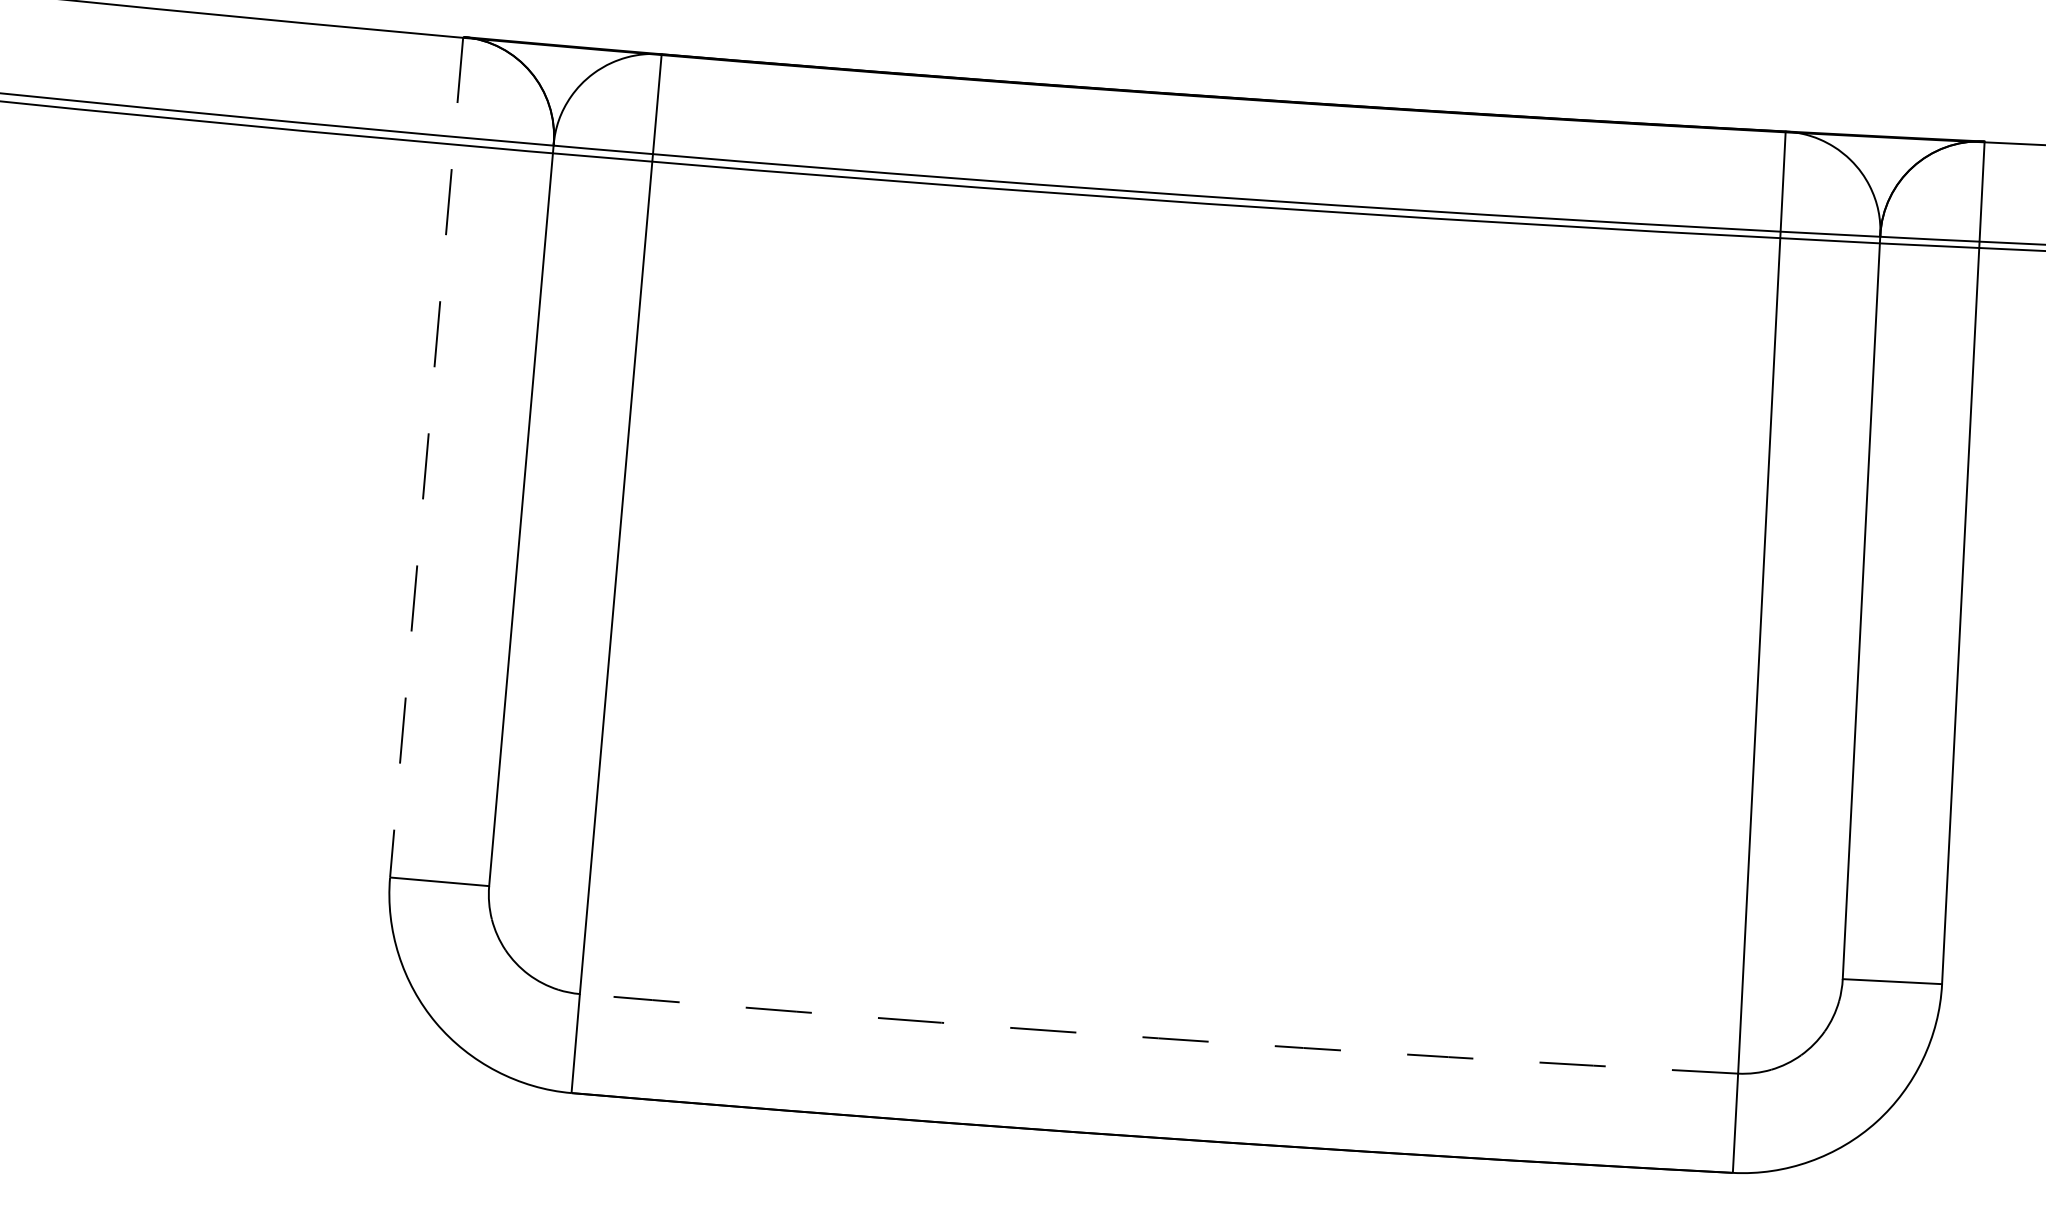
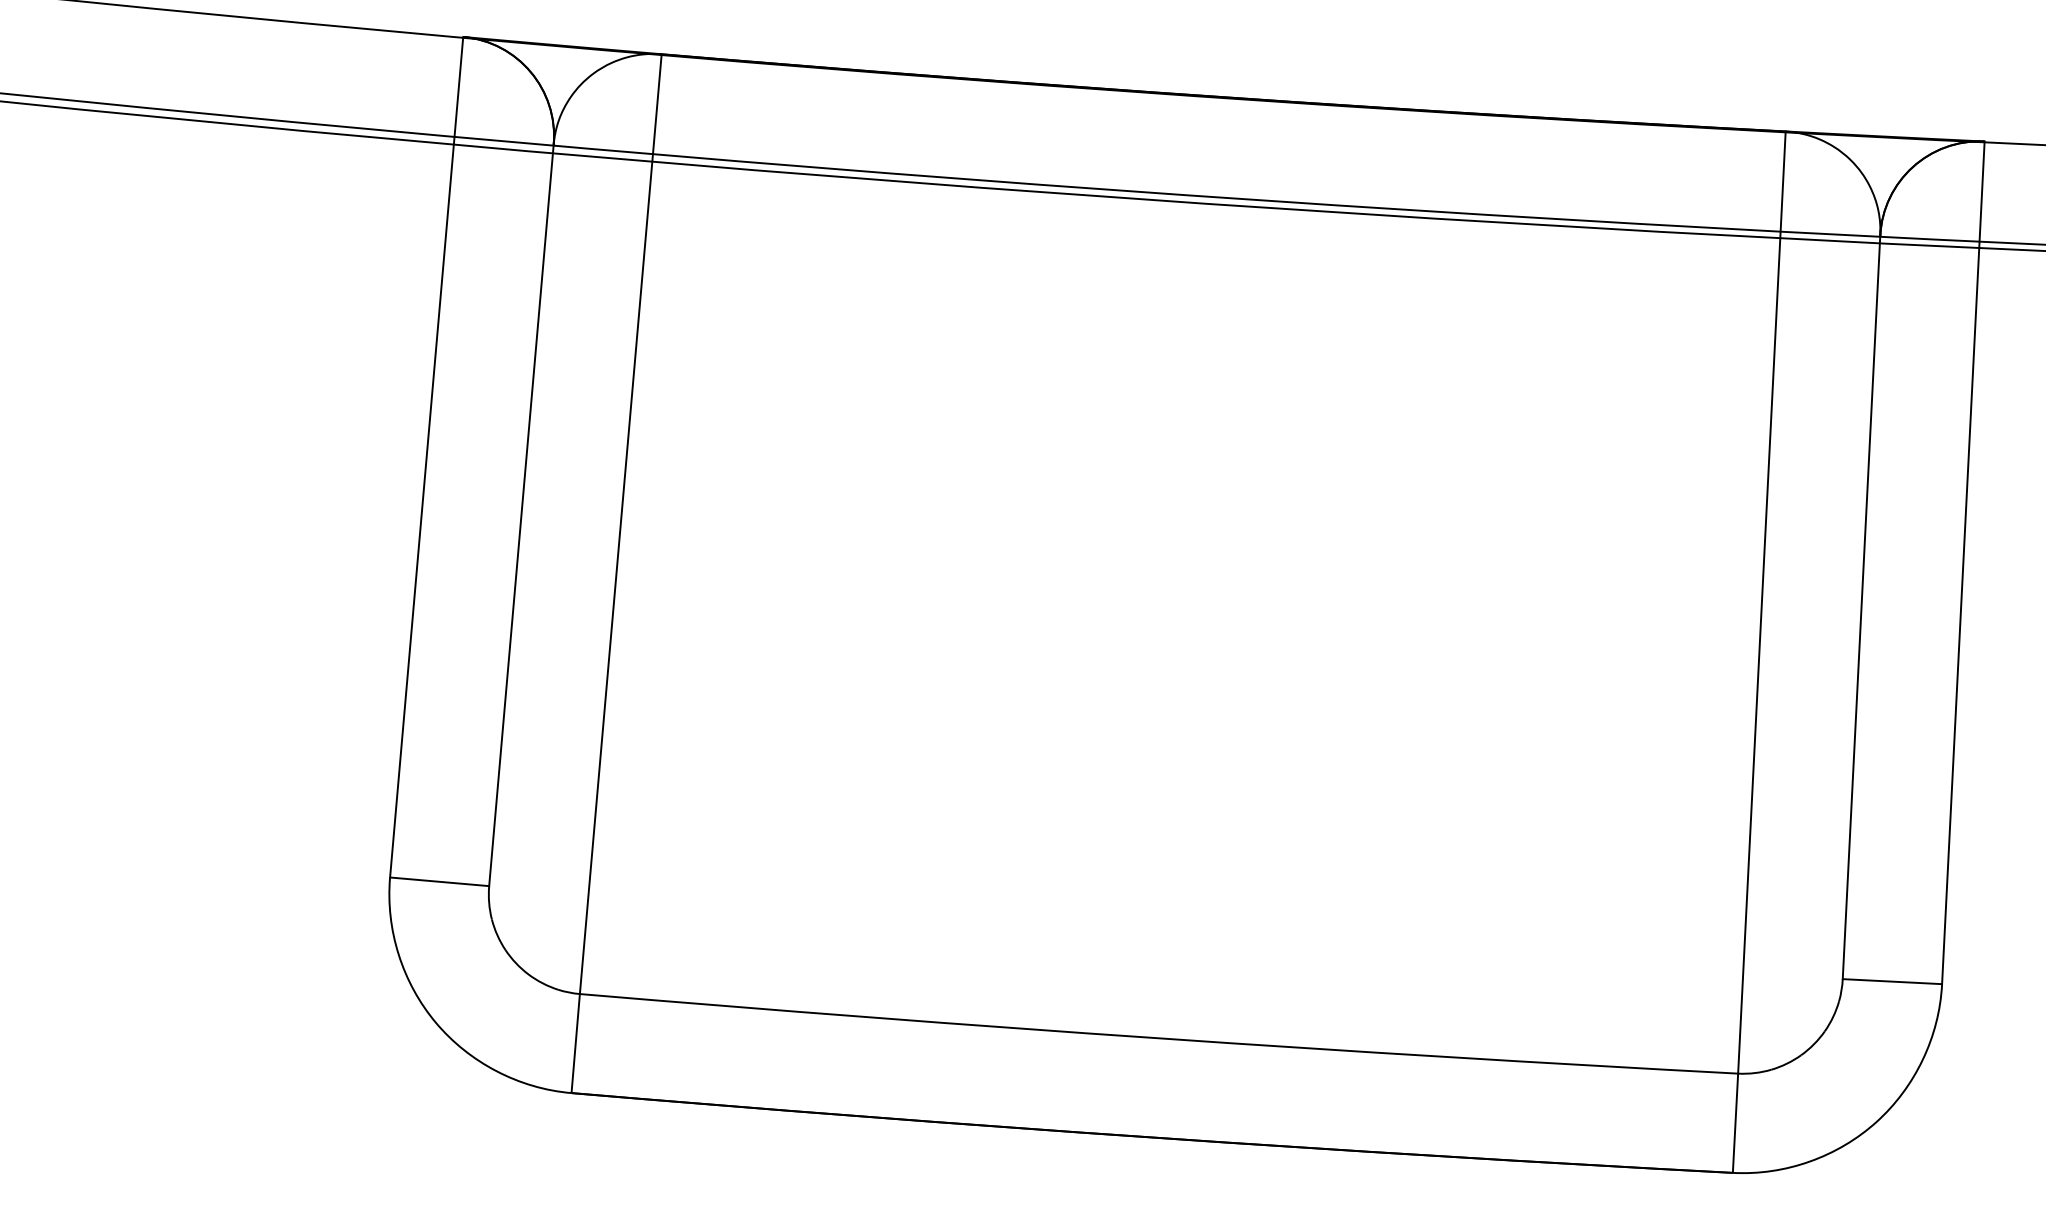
line at (426, 457): dashed -> solid
arc at (1158, 1038): dashed -> solid
